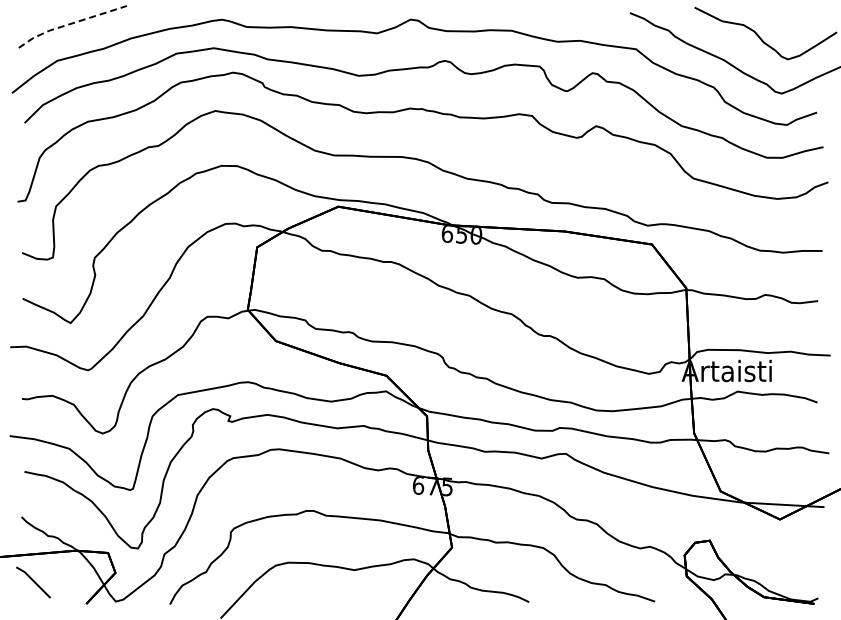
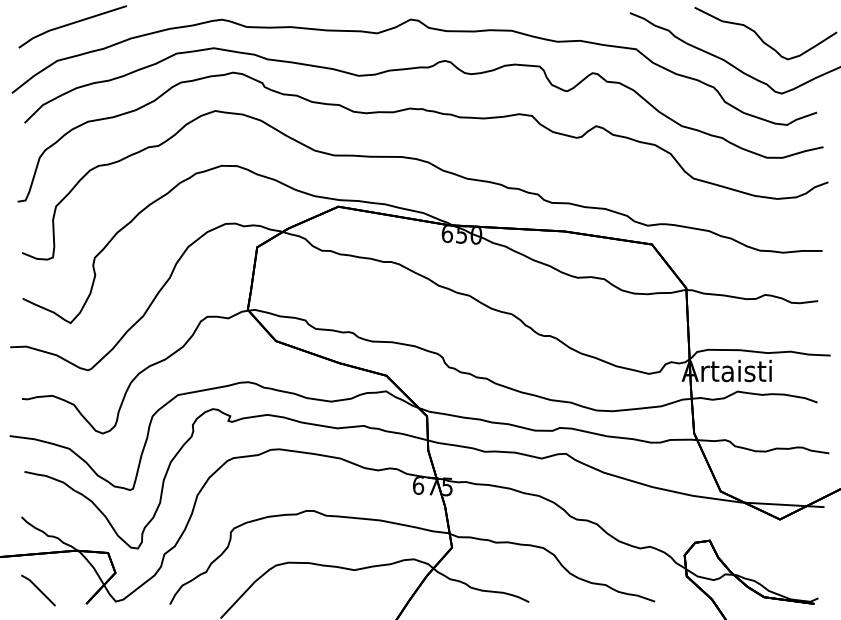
line at (69, 24): dashed -> solid
line at (33, 582) position: (33, 582) -> (38, 590)
